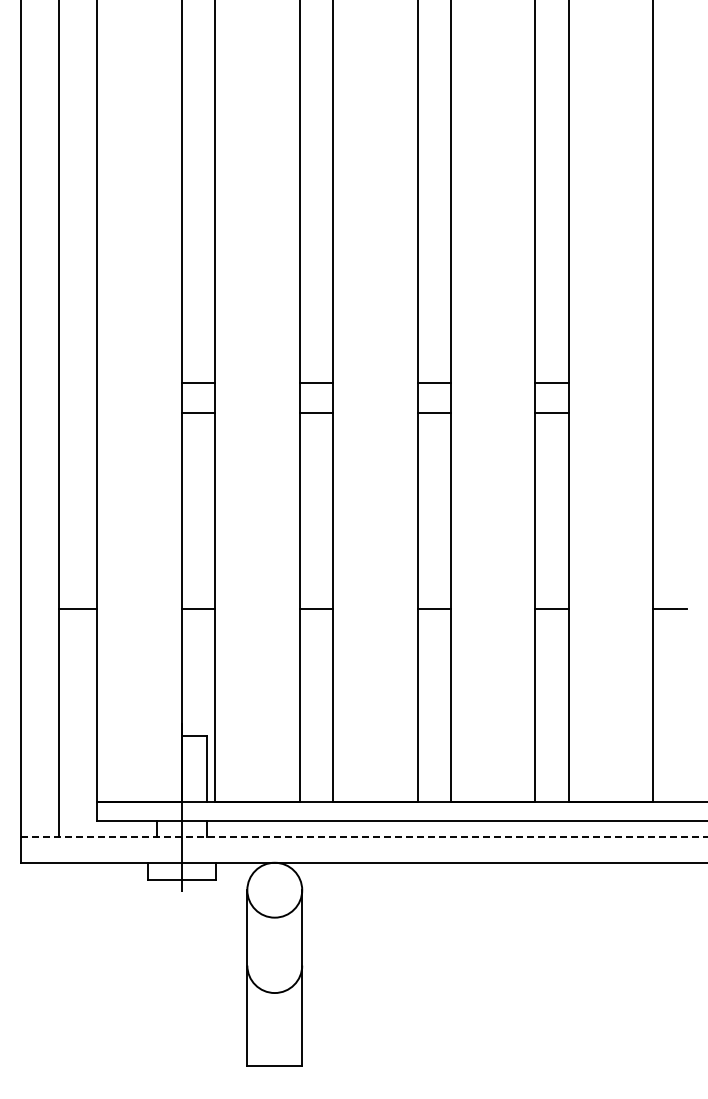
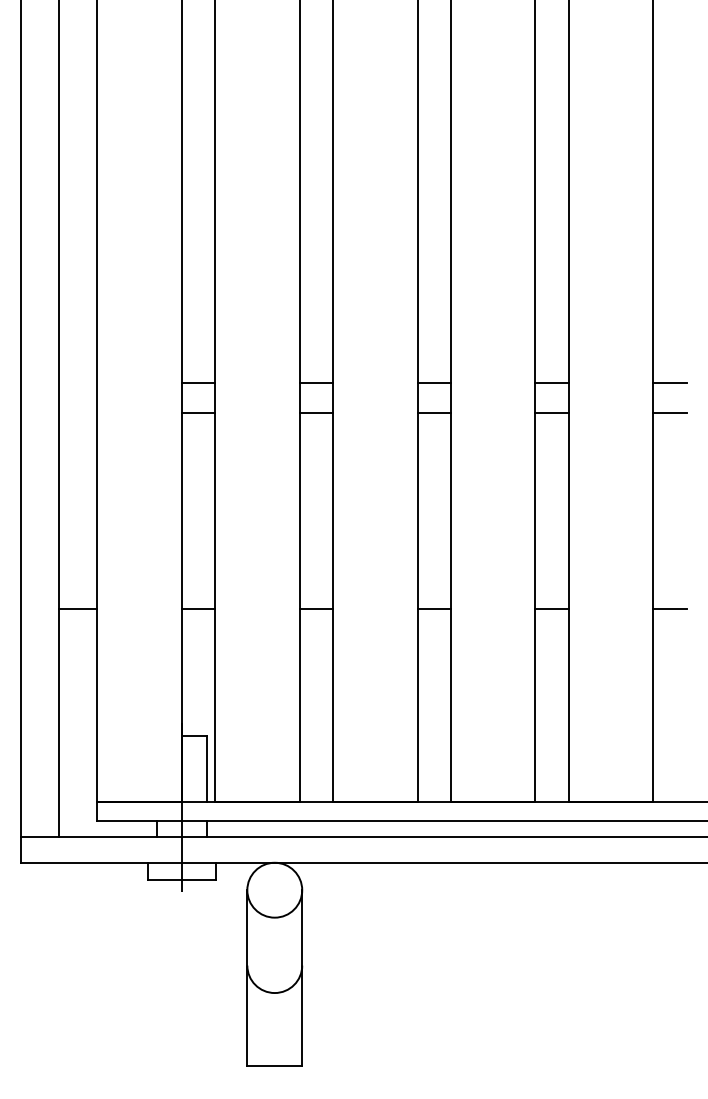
line at (669, 383): none -> present
line at (669, 412): none -> present
line at (364, 837): dashed -> solid
